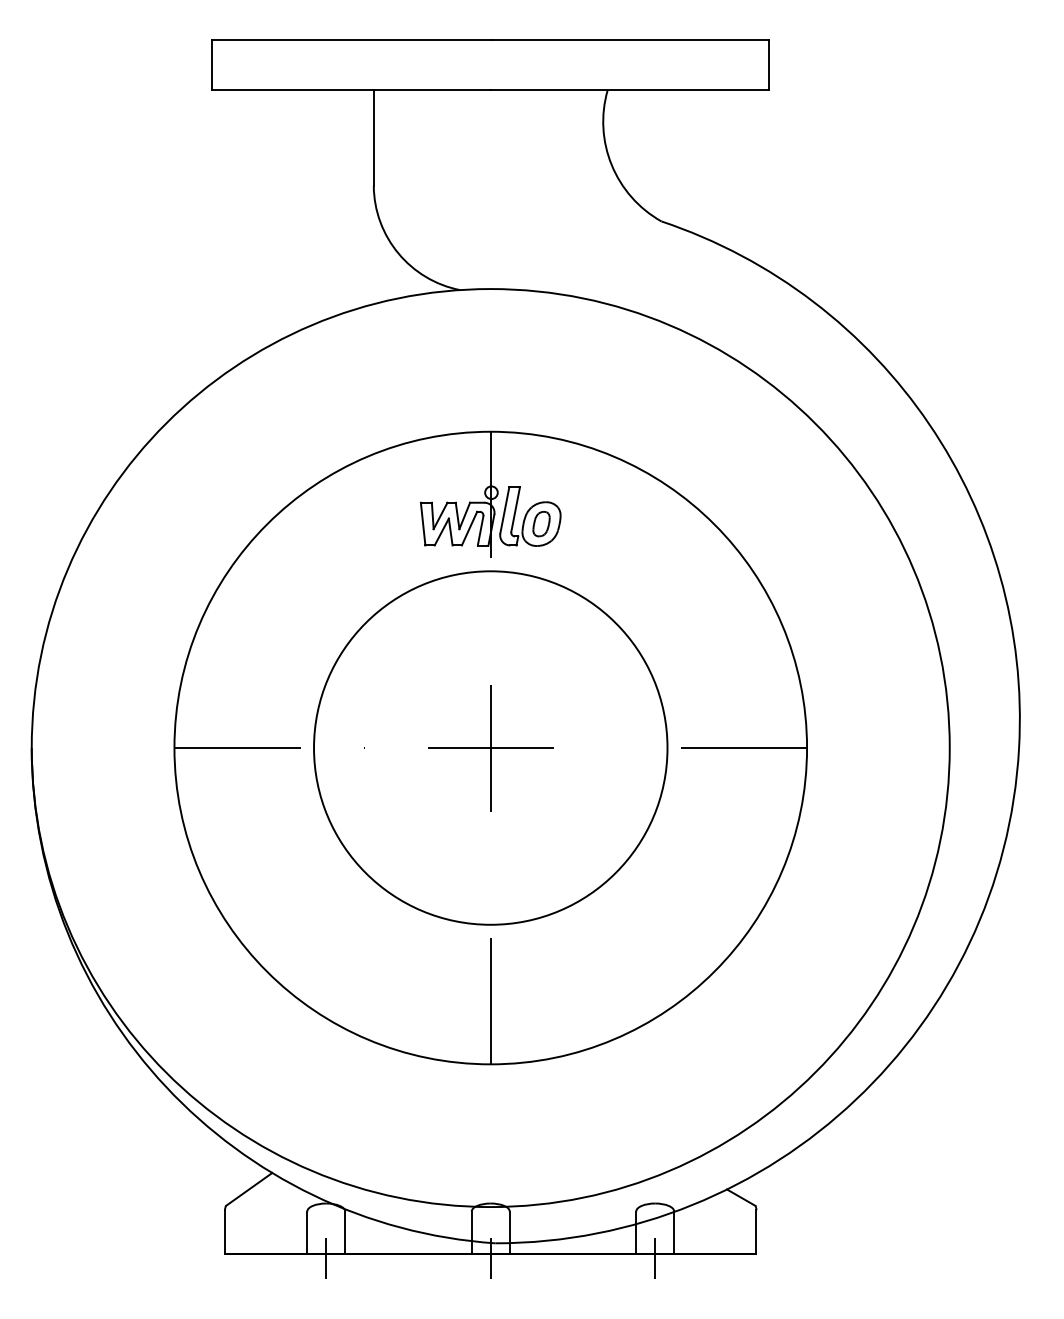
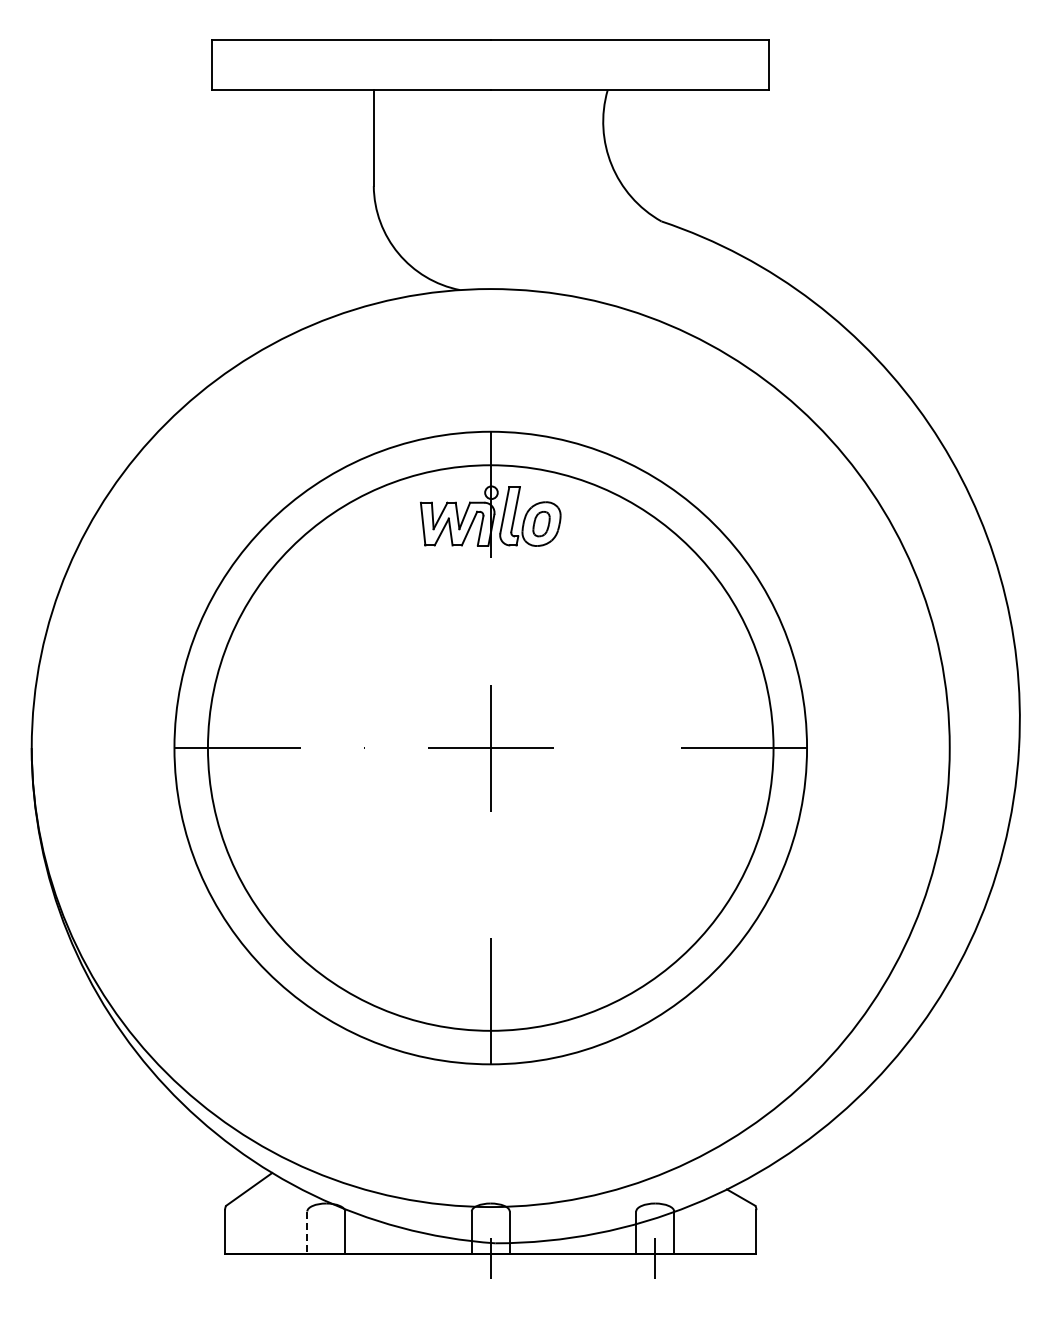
circle at (490, 747) diameter: 353 px -> 566 px
line at (307, 1233): solid -> dashed
line at (326, 1258): present -> none
